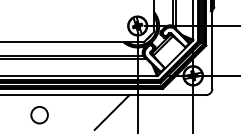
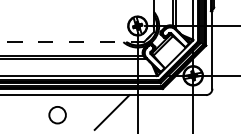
line at (72, 42): solid -> dashed
circle at (39, 115) position: (39, 115) -> (57, 115)
